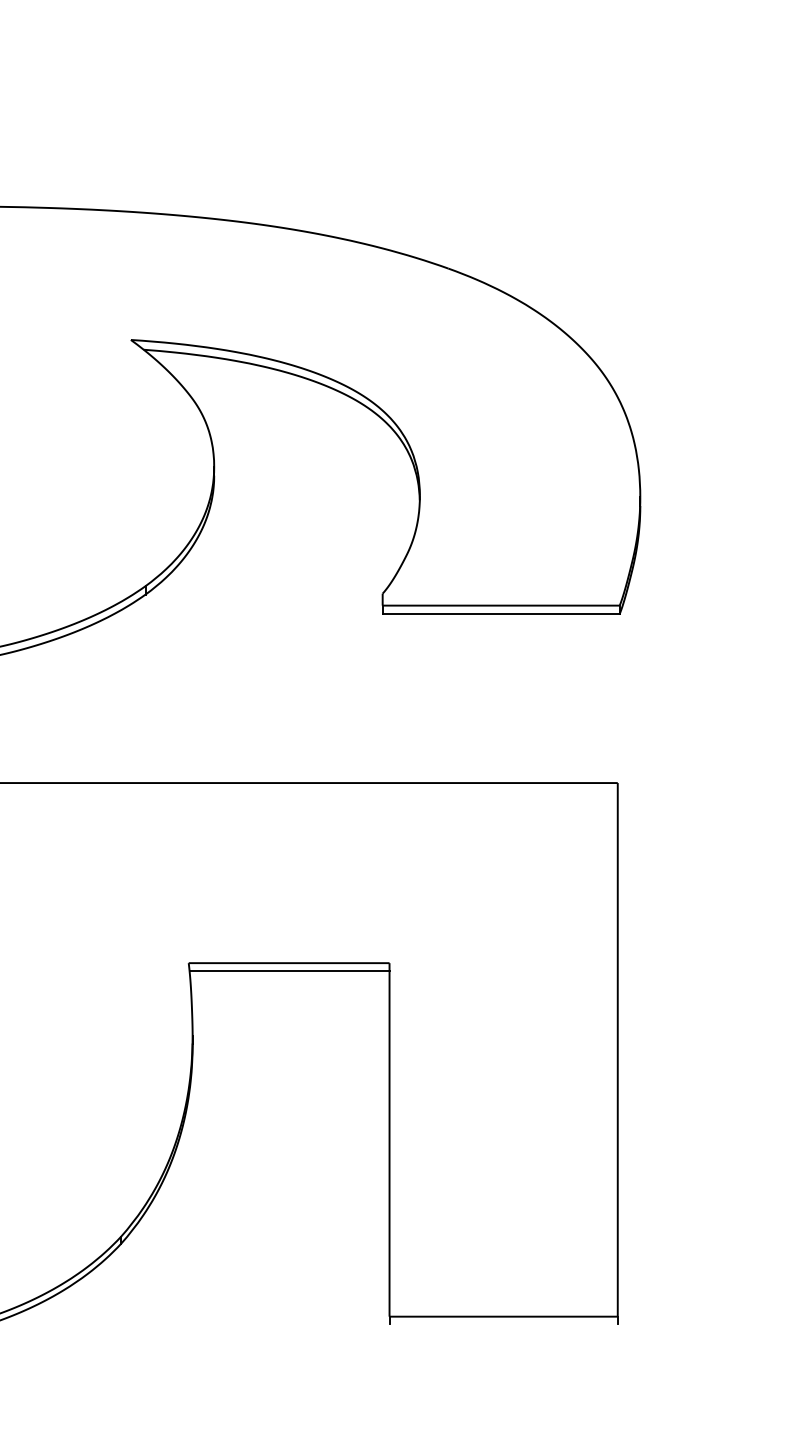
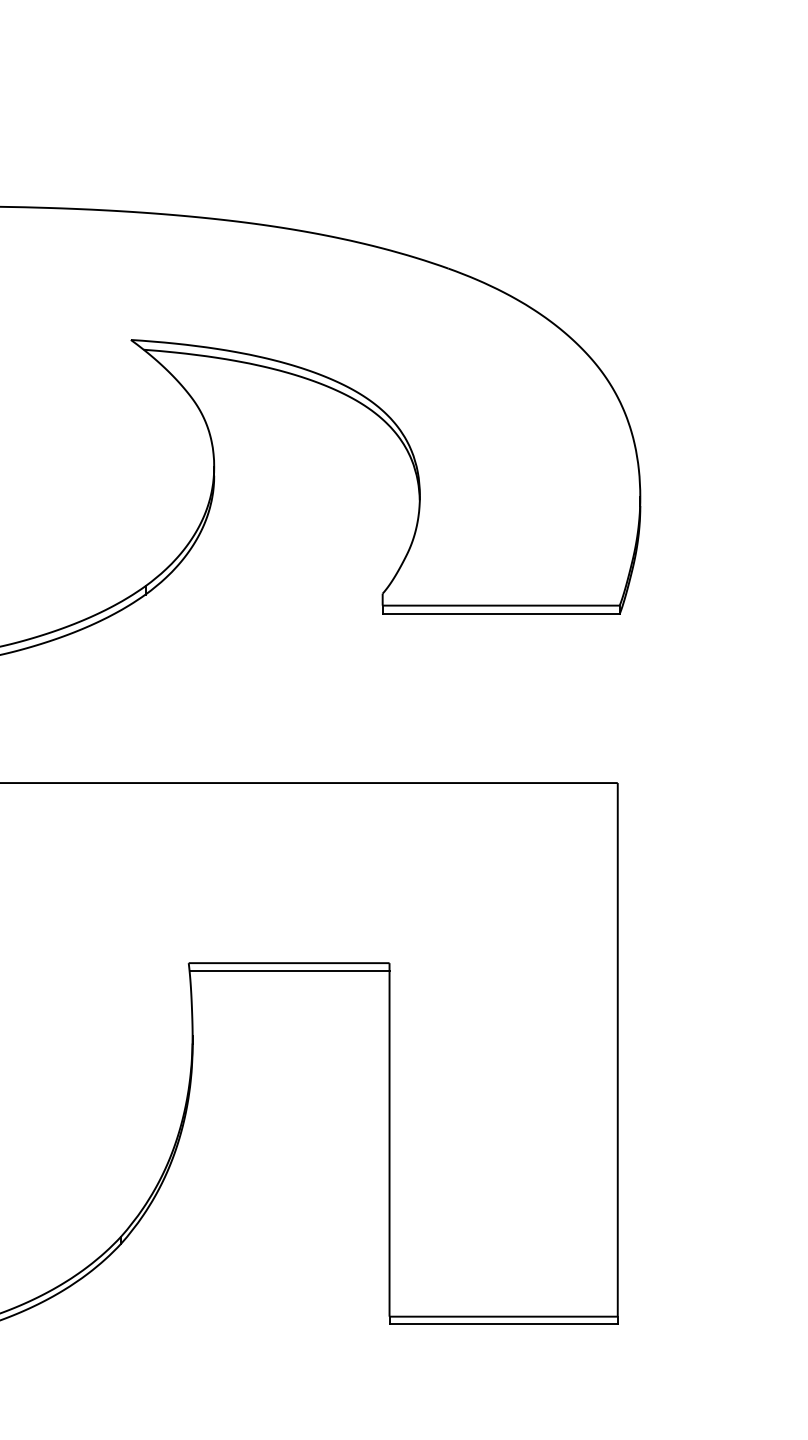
line at (503, 1323): none -> present
